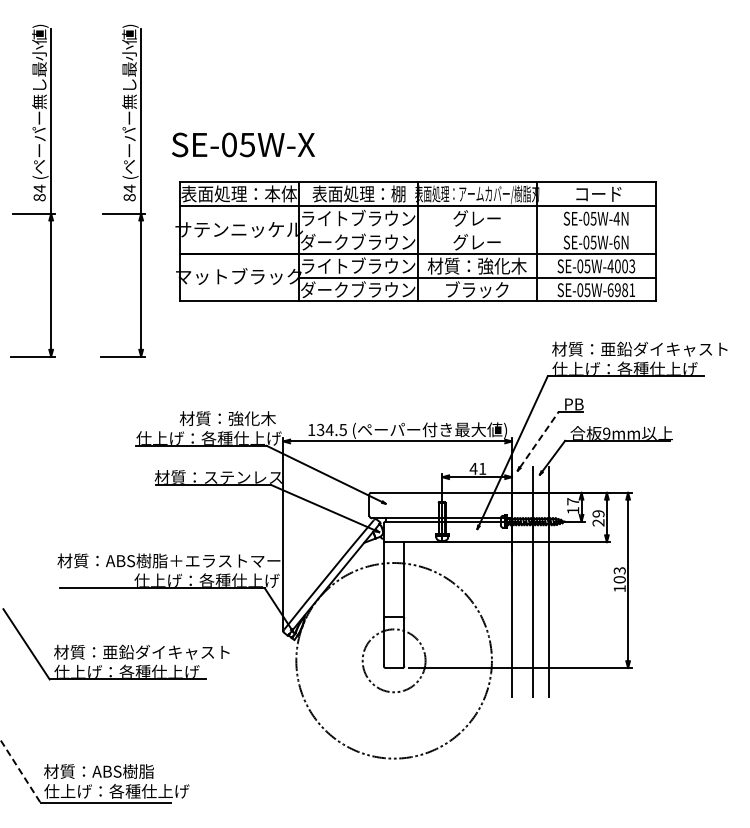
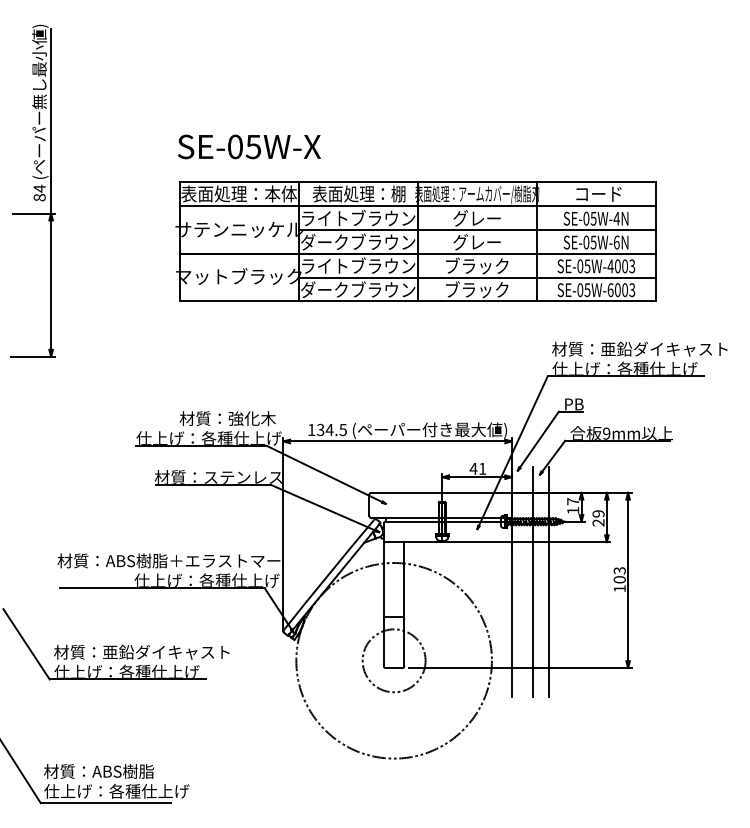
text at (243, 144) position: (243, 144) -> (249, 146)
part at (122, 190): present -> none
line at (477, 229): none -> present
text at (476, 265): 材質：強化木 -> ブラック
text at (624, 290): SE-05W-6981 -> SE-05W-6003
line at (539, 439): dashed -> solid
line at (20, 771): dashed -> solid
